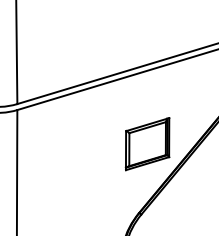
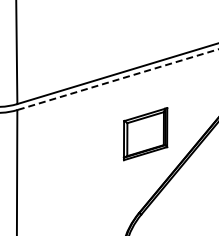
line at (117, 79): solid -> dashed
part at (147, 144) position: (147, 144) -> (145, 134)
